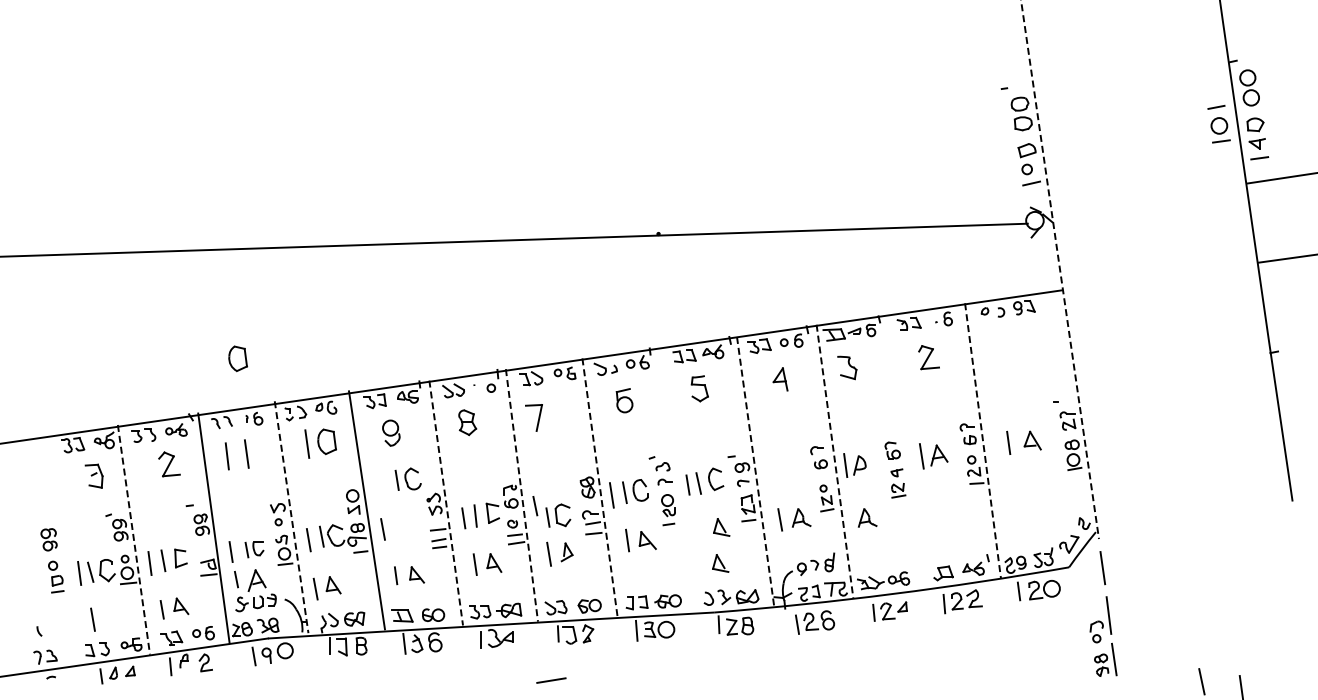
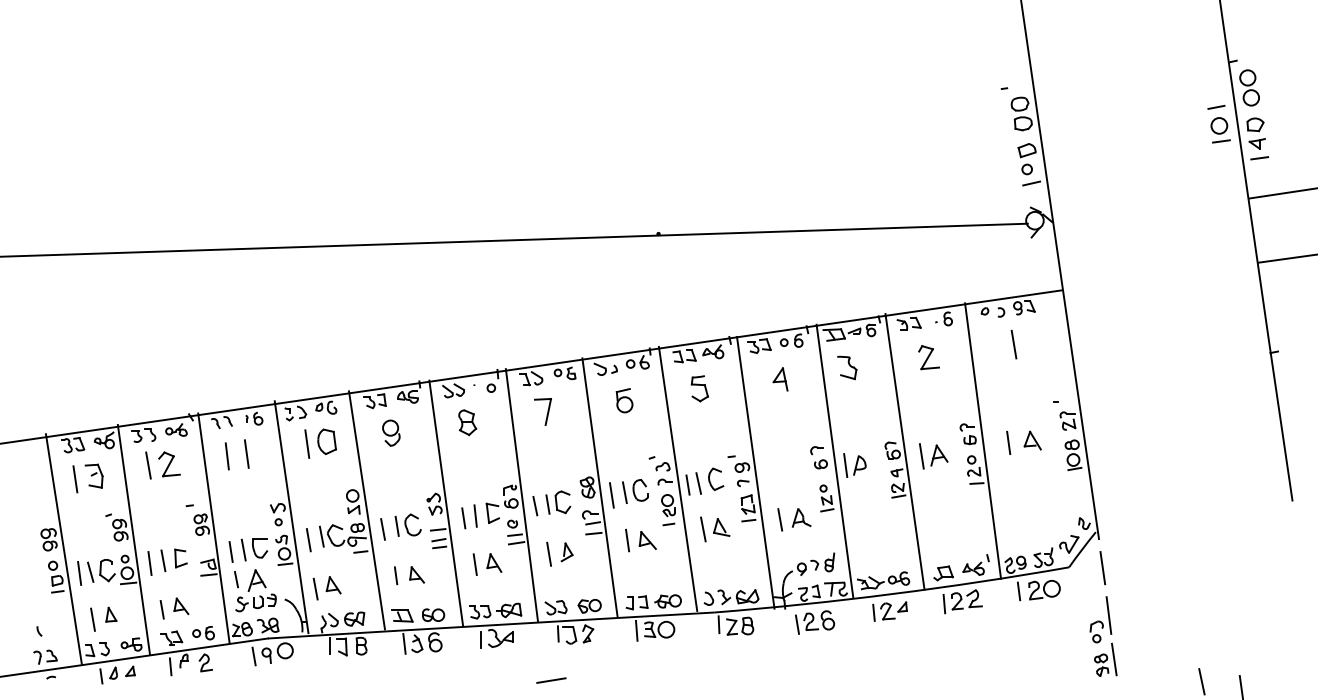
line at (1280, 178) position: (1280, 178) -> (1281, 193)
line at (1060, 269): dashed -> solid
line at (1013, 344): none -> present
part at (237, 358): present -> none
part at (533, 417) position: (533, 417) -> (542, 411)
line at (983, 441): dashed -> solid
line at (904, 451): none -> present
line at (834, 461): dashed -> solid
line at (148, 465): none -> present
line at (755, 473): dashed -> solid
part at (407, 478) position: (407, 478) -> (407, 524)
line at (677, 478): none -> present
line at (75, 479): none -> present
line at (600, 487): dashed -> solid
line at (522, 495): dashed -> solid
line at (446, 503): dashed -> solid
part at (558, 515) position: (558, 515) -> (558, 502)
line at (291, 517): dashed -> solid
part at (867, 517): present -> none
line at (703, 529): none -> present
line at (133, 539): dashed -> solid
line at (63, 549): none -> present
part at (254, 549) size: 21x18 px -> 29x24 px
part at (720, 563): present -> none
part at (111, 614): none -> present
